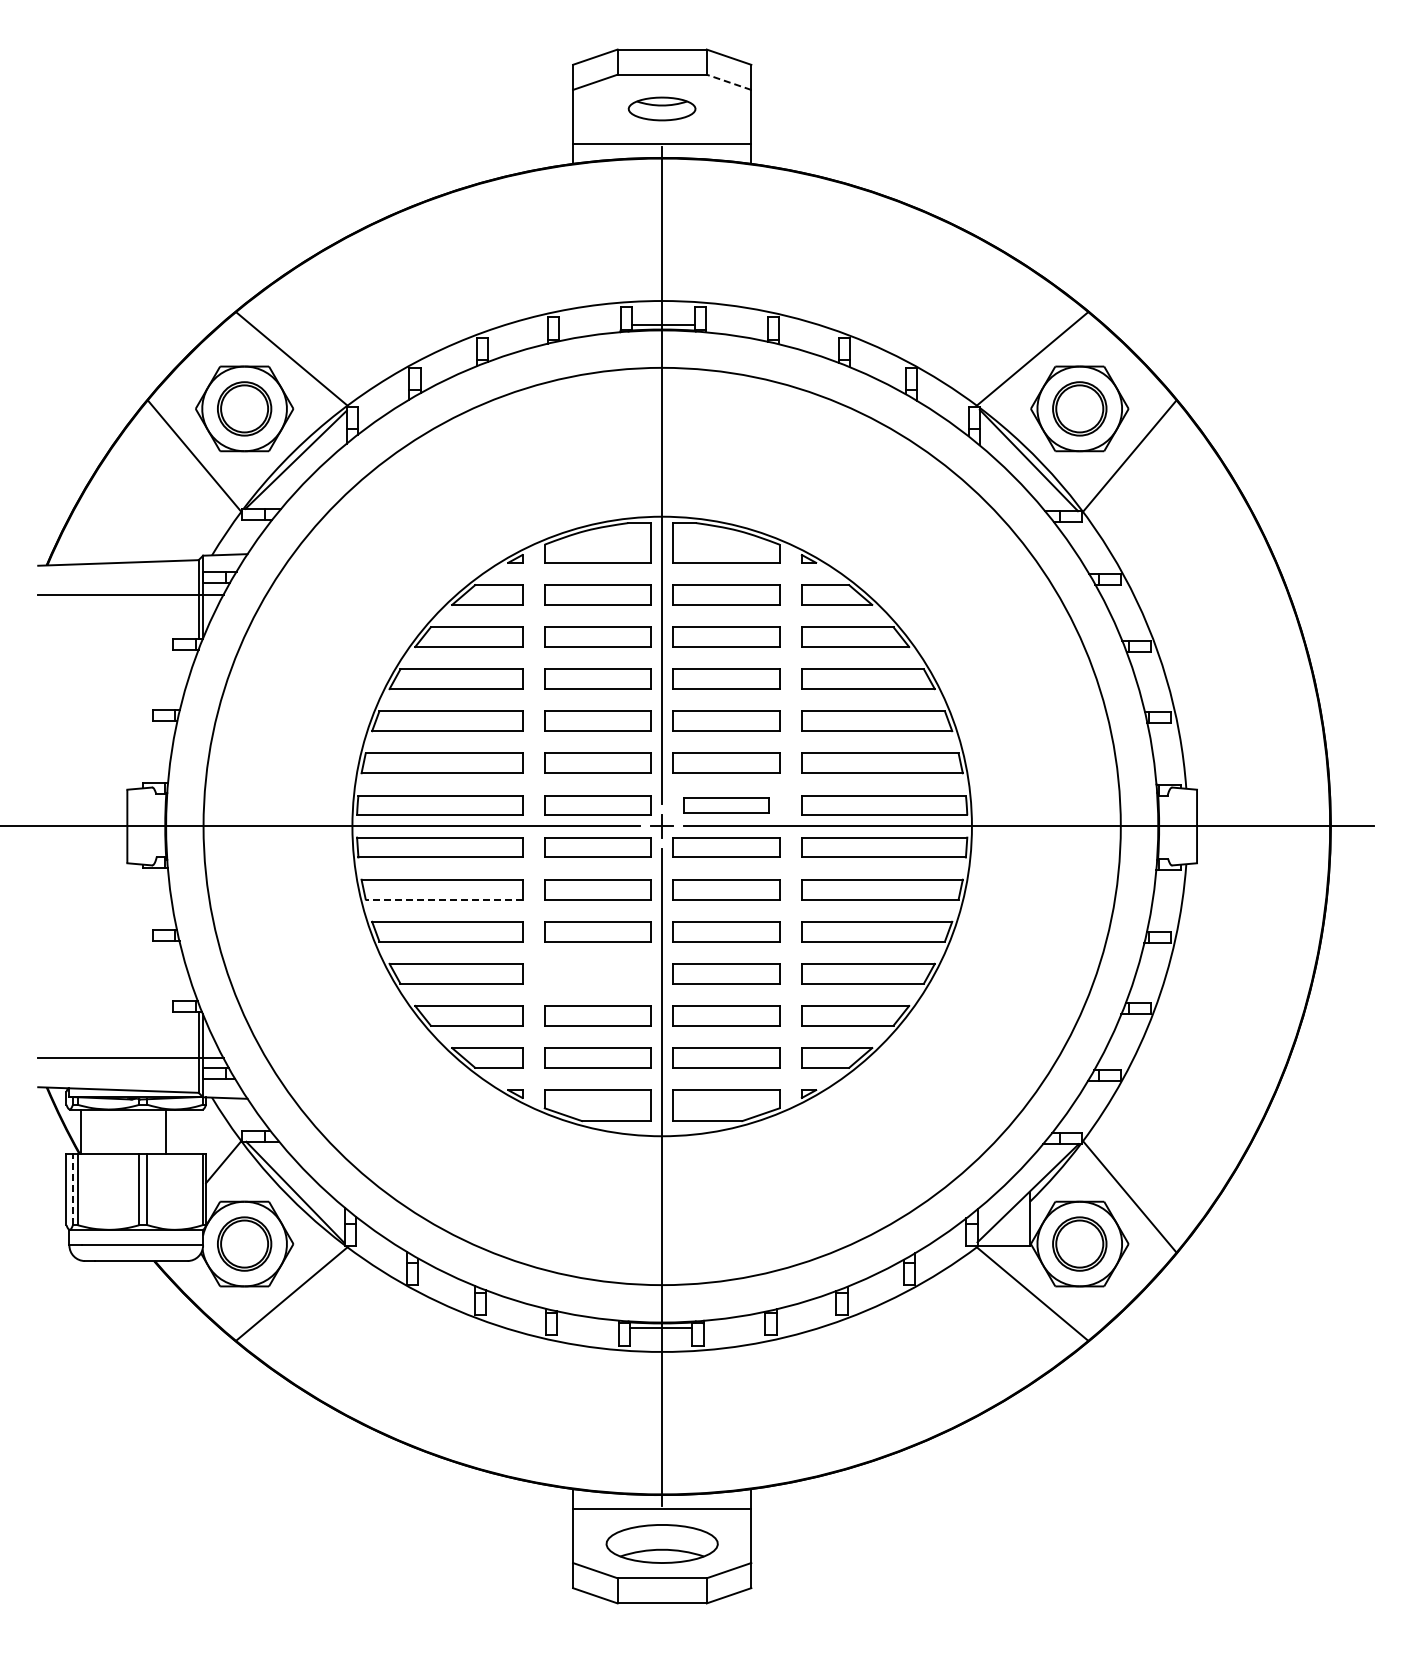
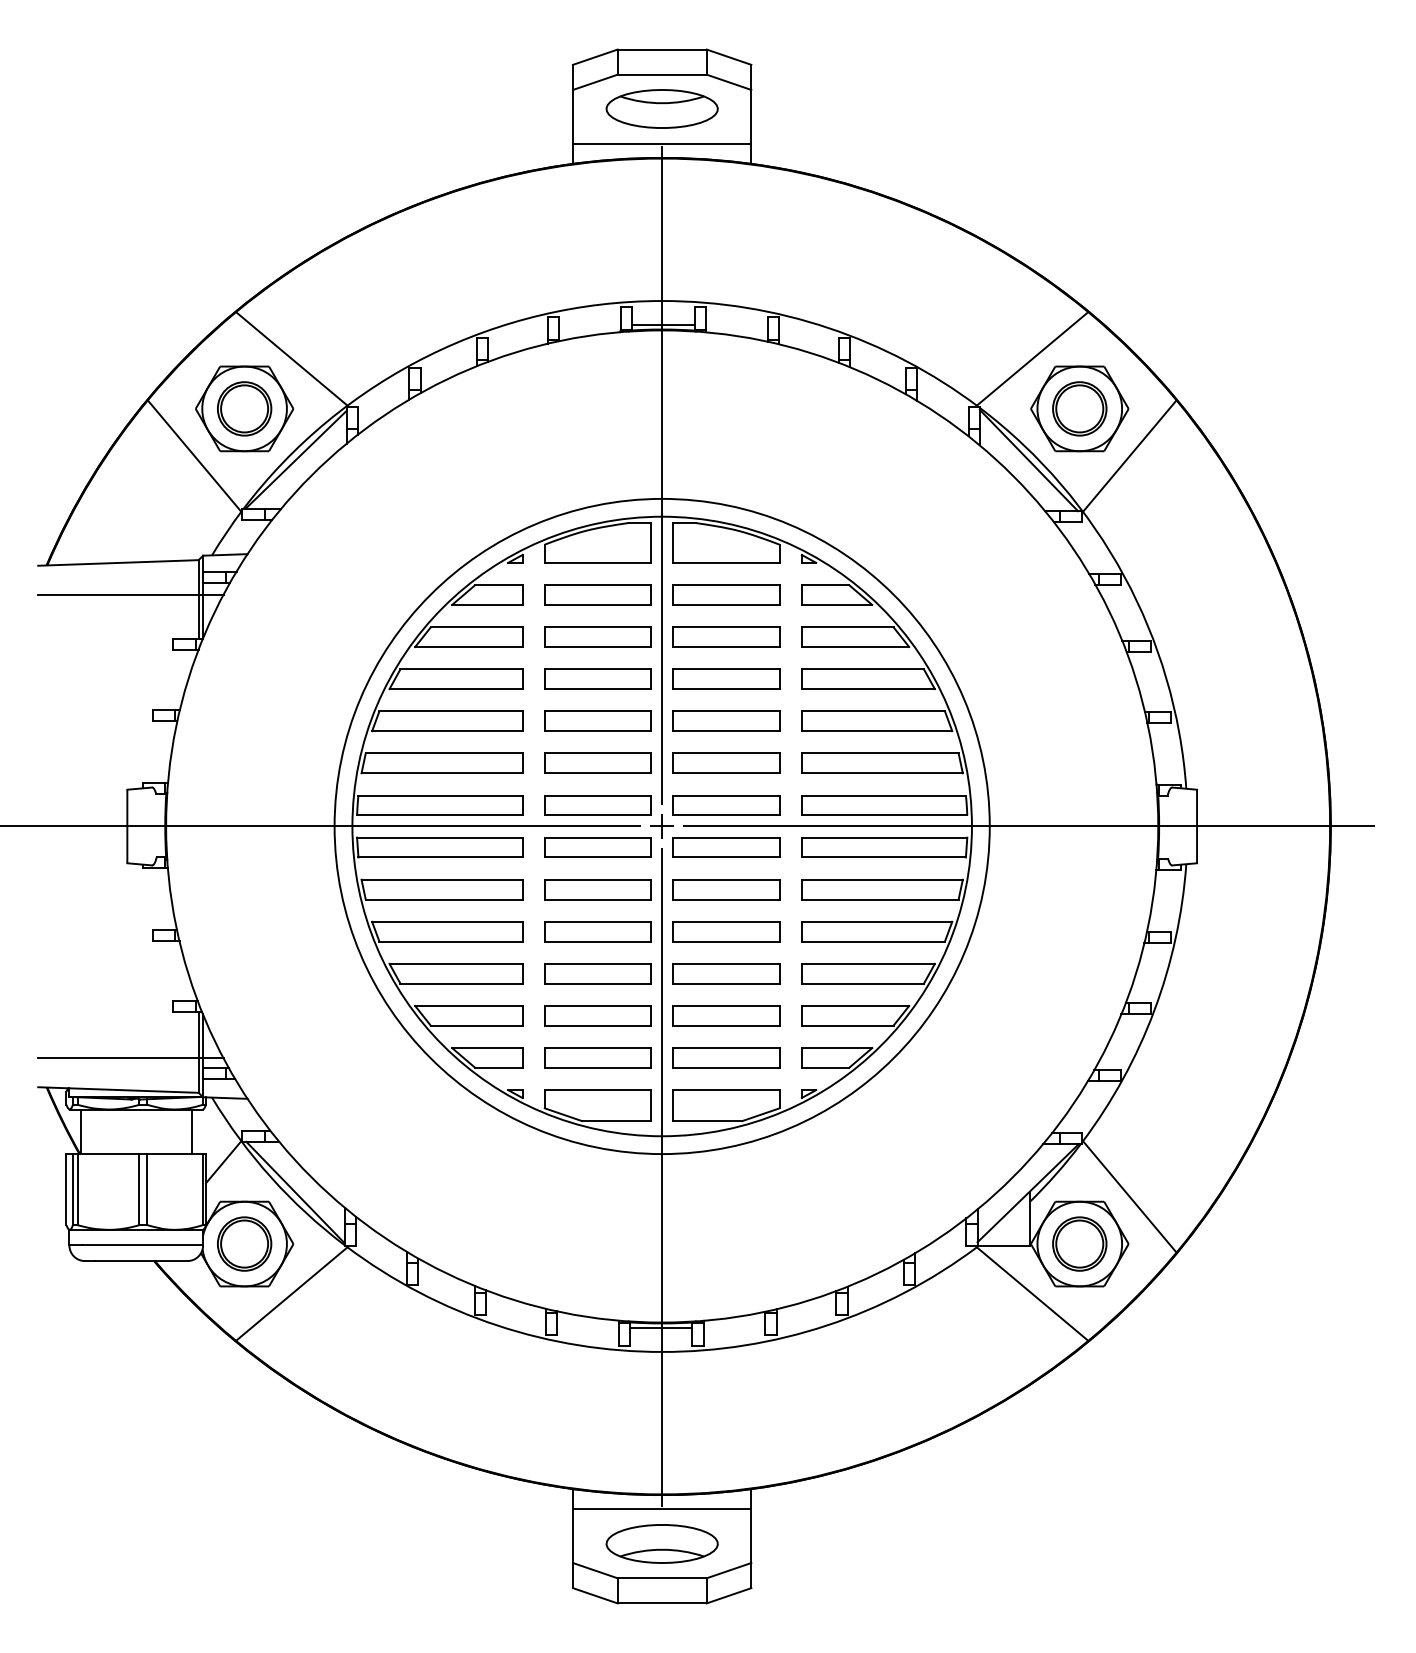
line at (729, 82): dashed -> solid
part at (661, 108) size: 70x26 px -> 114x40 px
part at (726, 805) size: 87x17 px -> 109x21 px
circle at (661, 826) diameter: 917 px -> 655 px
line at (443, 899): dashed -> solid
part at (597, 973): none -> present
line at (165, 1131) position: (165, 1131) -> (191, 1131)
line at (72, 1189): dashed -> solid
